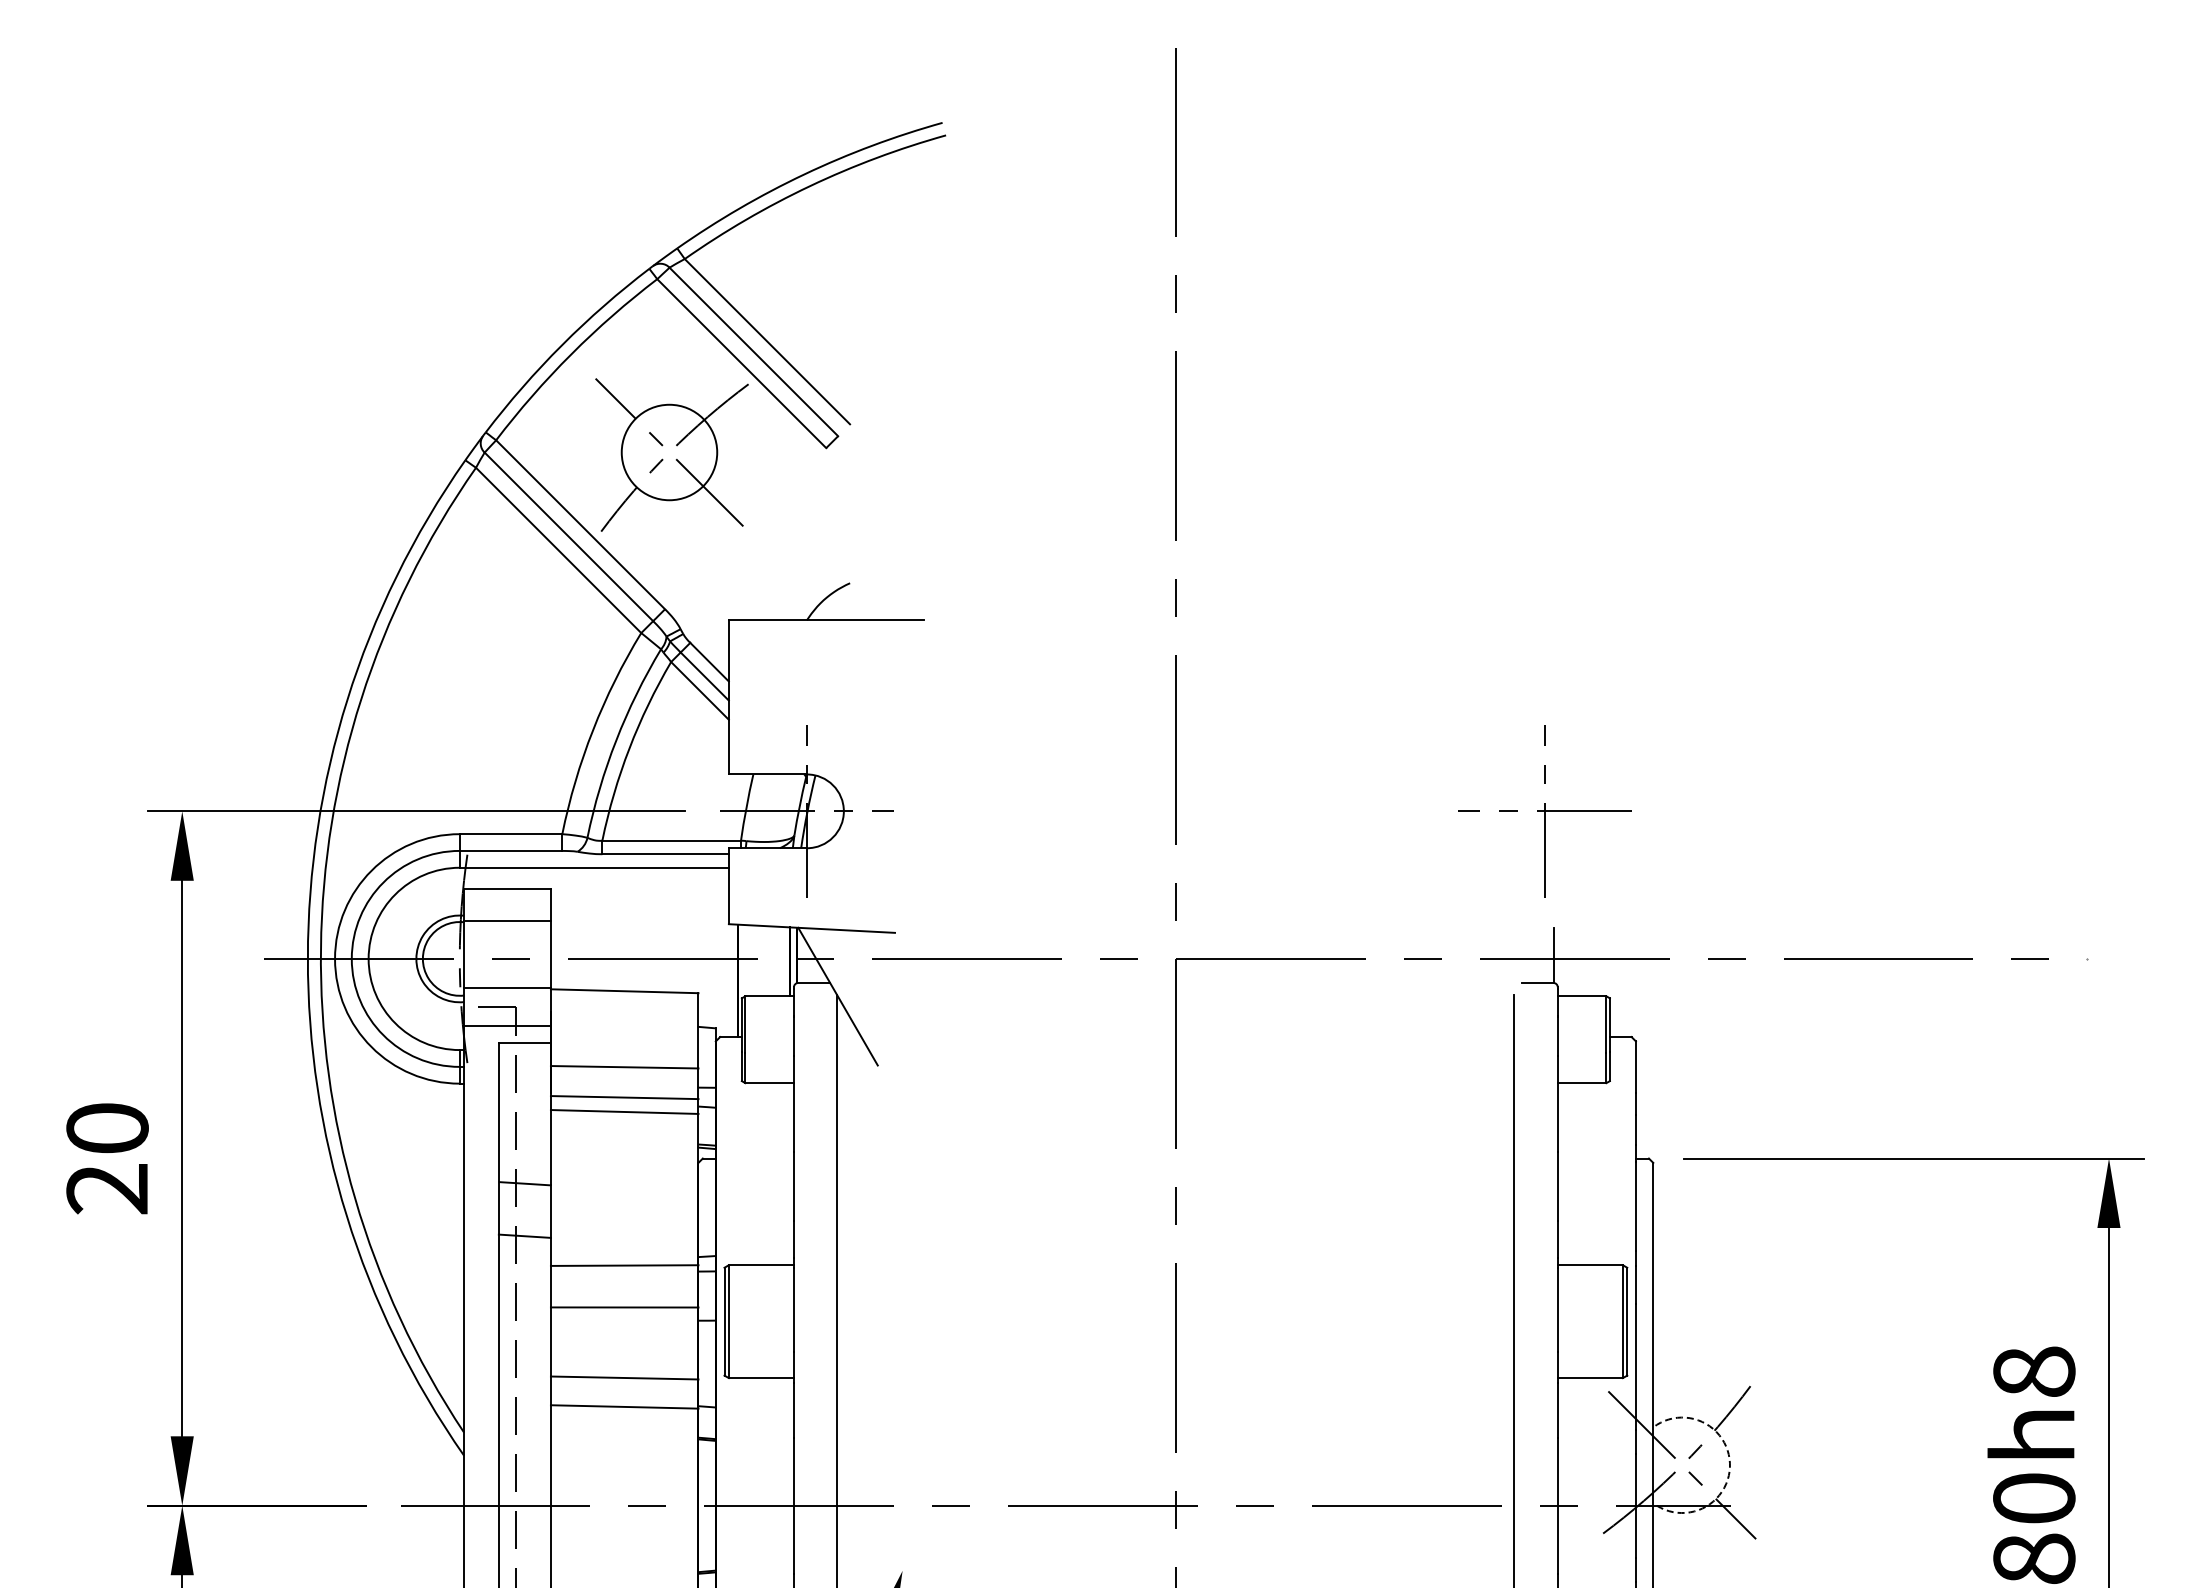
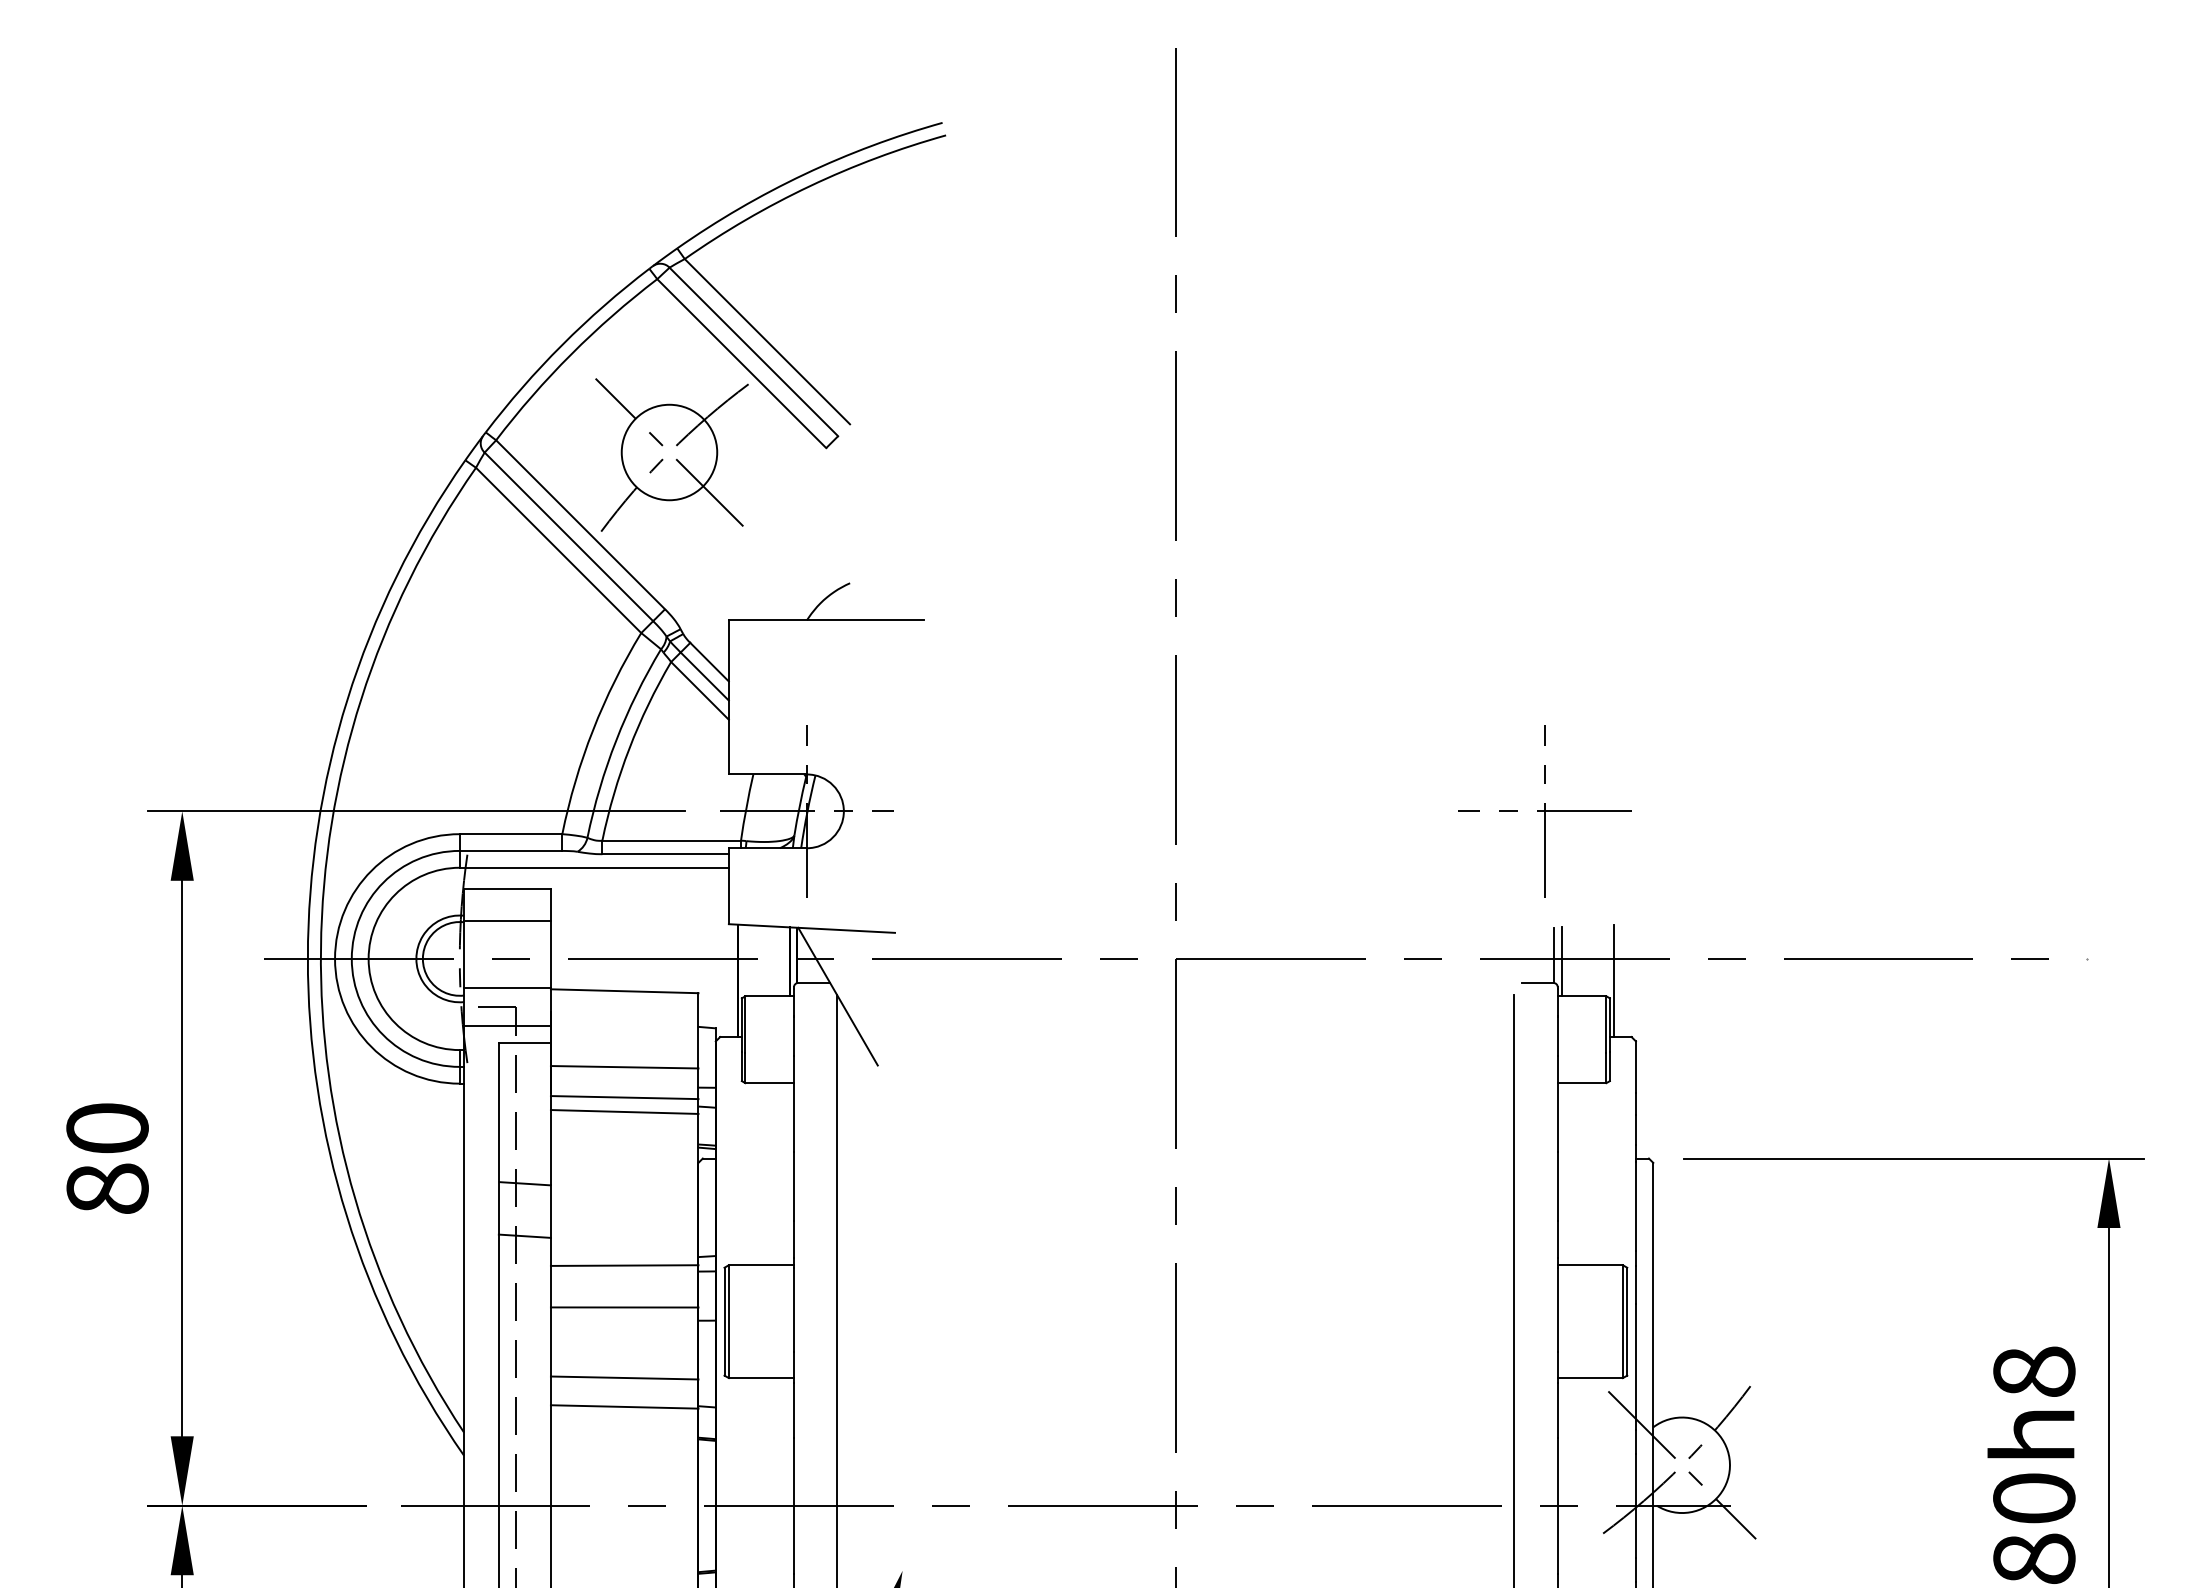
line at (1562, 961): none -> present
line at (1614, 980): none -> present
text at (107, 1188): 20 -> 80
arc at (1729, 1463): dashed -> solid
